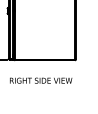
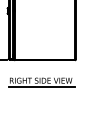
line at (41, 86): none -> present
